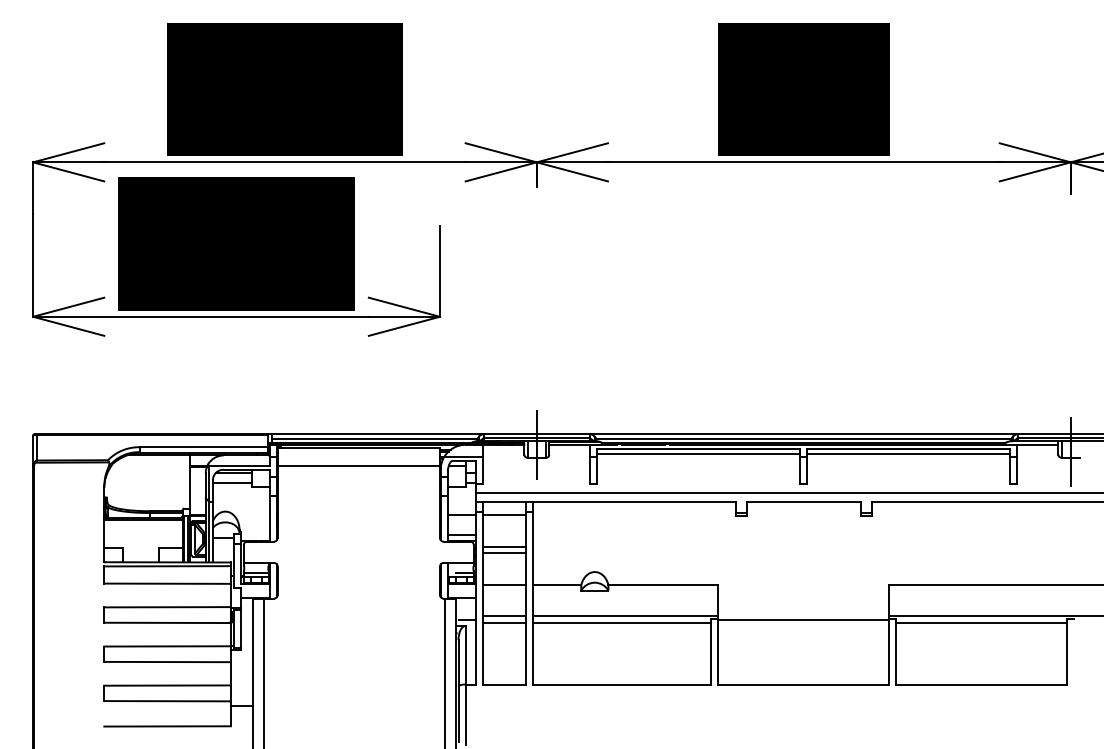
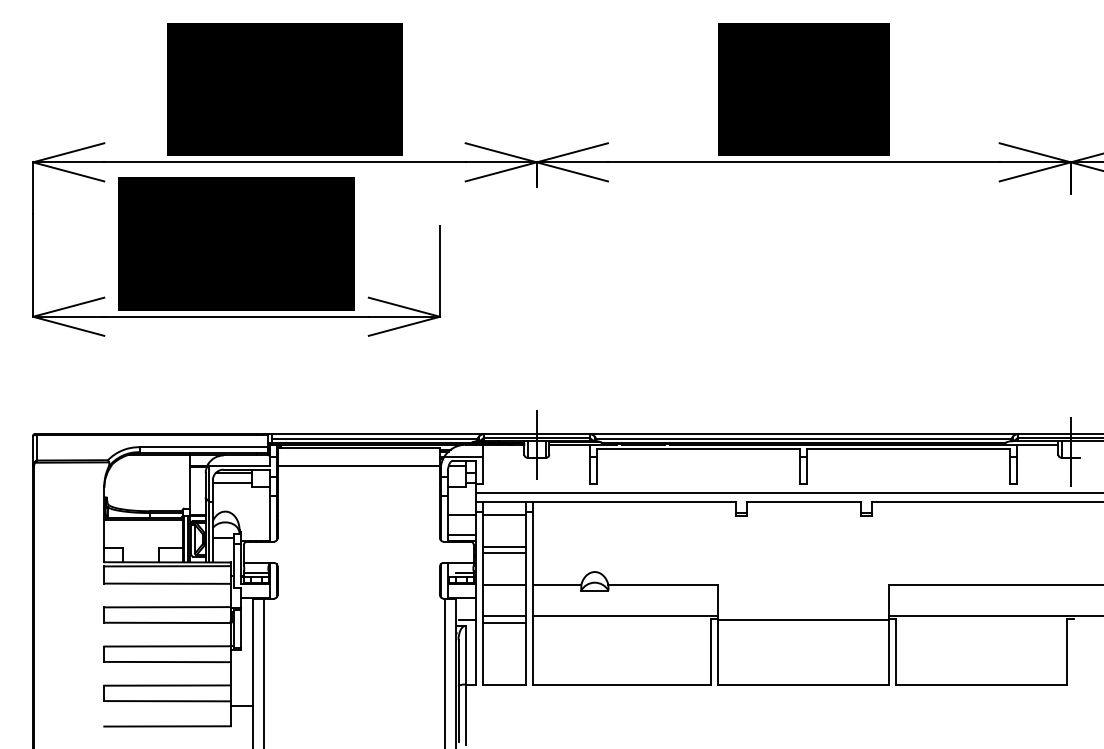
line at (698, 453): present -> none
line at (908, 453): present -> none
line at (622, 622): present -> none
line at (981, 622): present -> none
